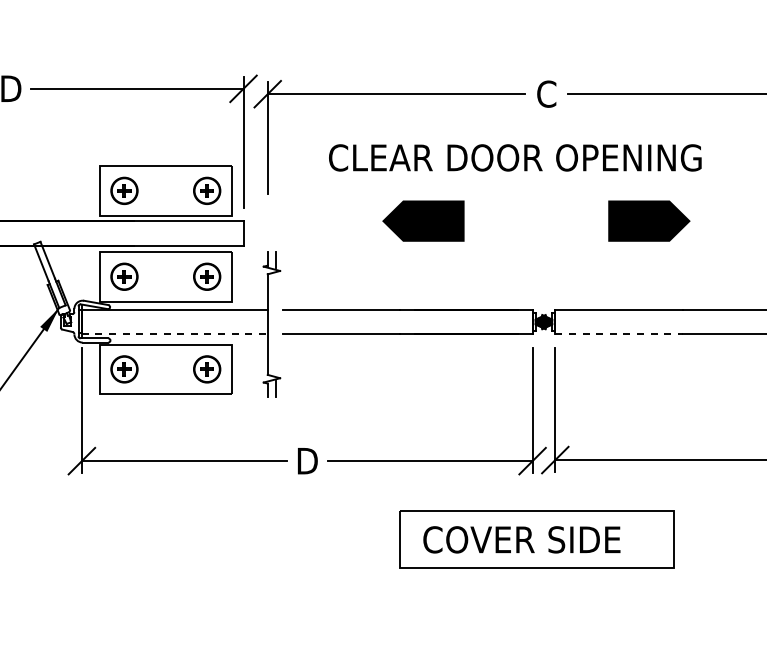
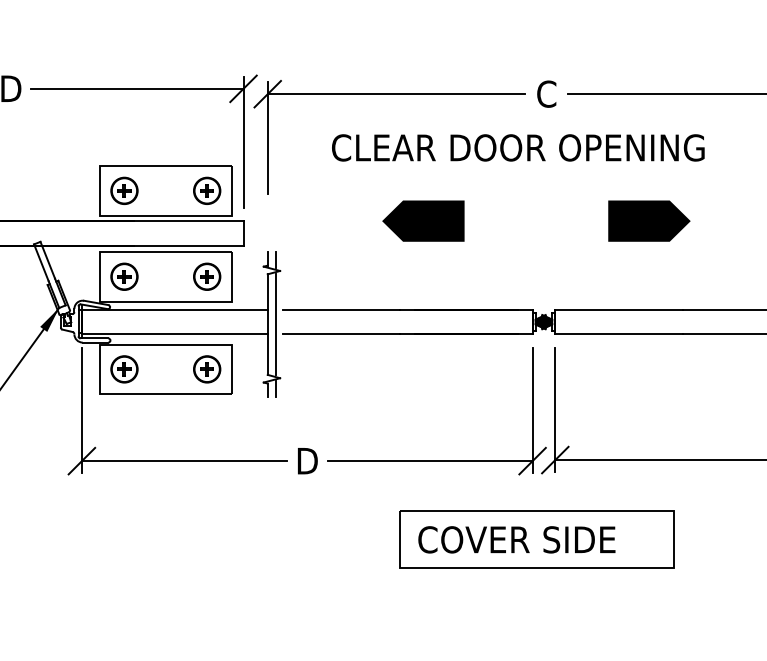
text at (515, 157) position: (515, 157) -> (518, 147)
line at (276, 324): none -> present
line at (174, 334): dashed -> solid
line at (619, 334): dashed -> solid
text at (521, 539) position: (521, 539) -> (516, 539)
